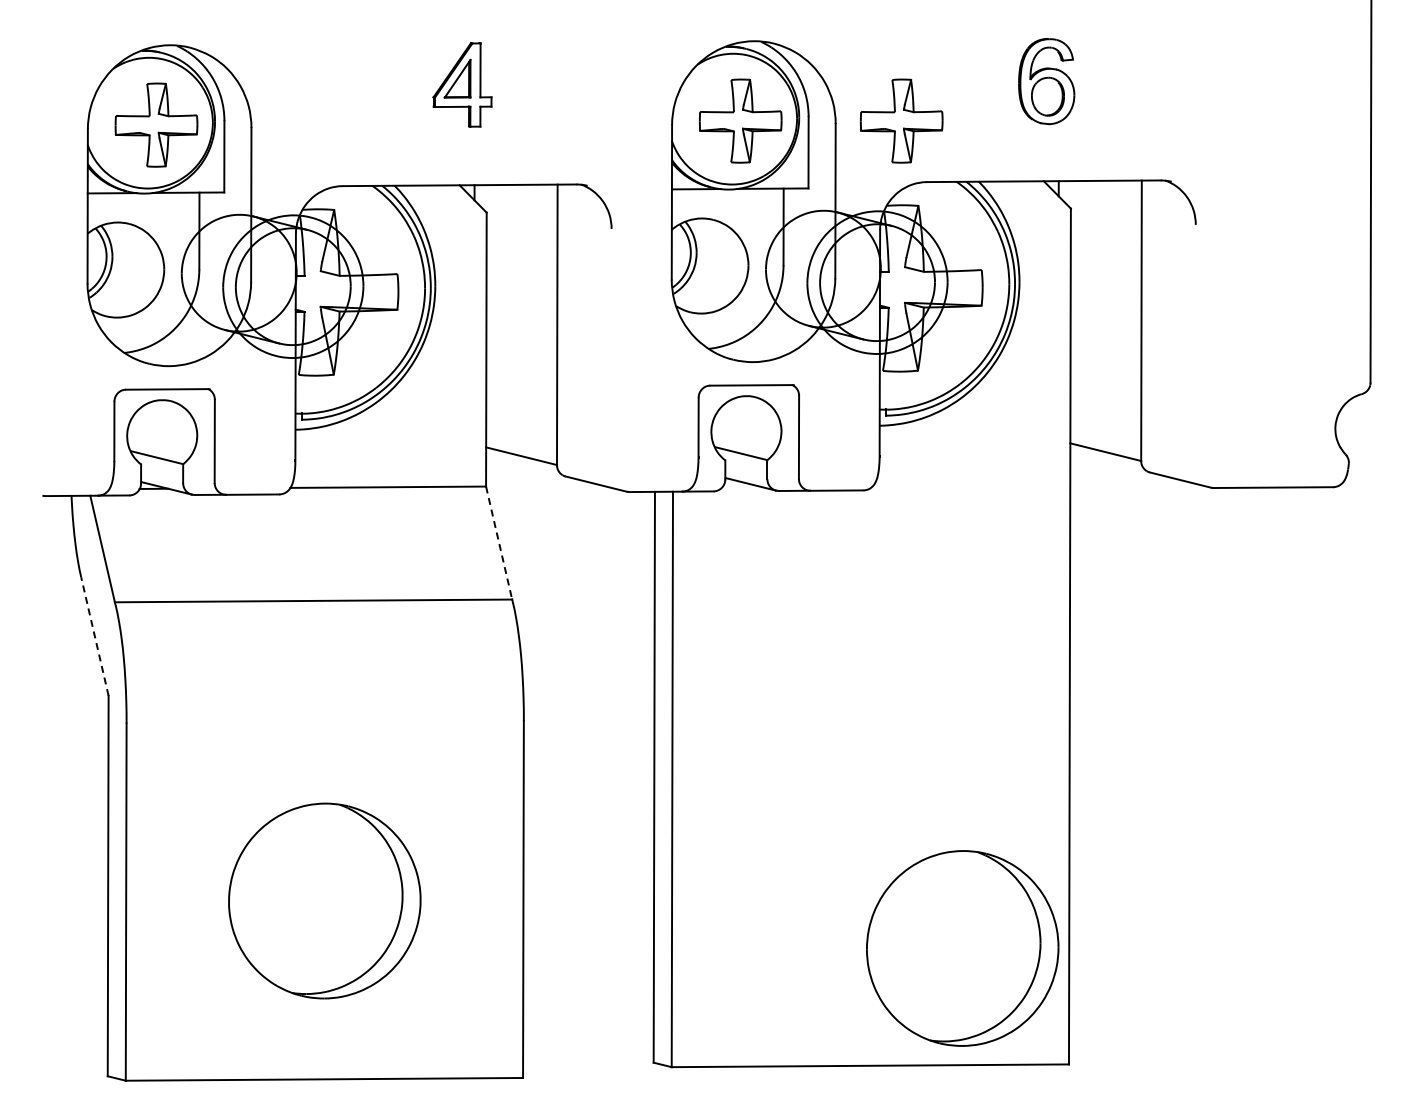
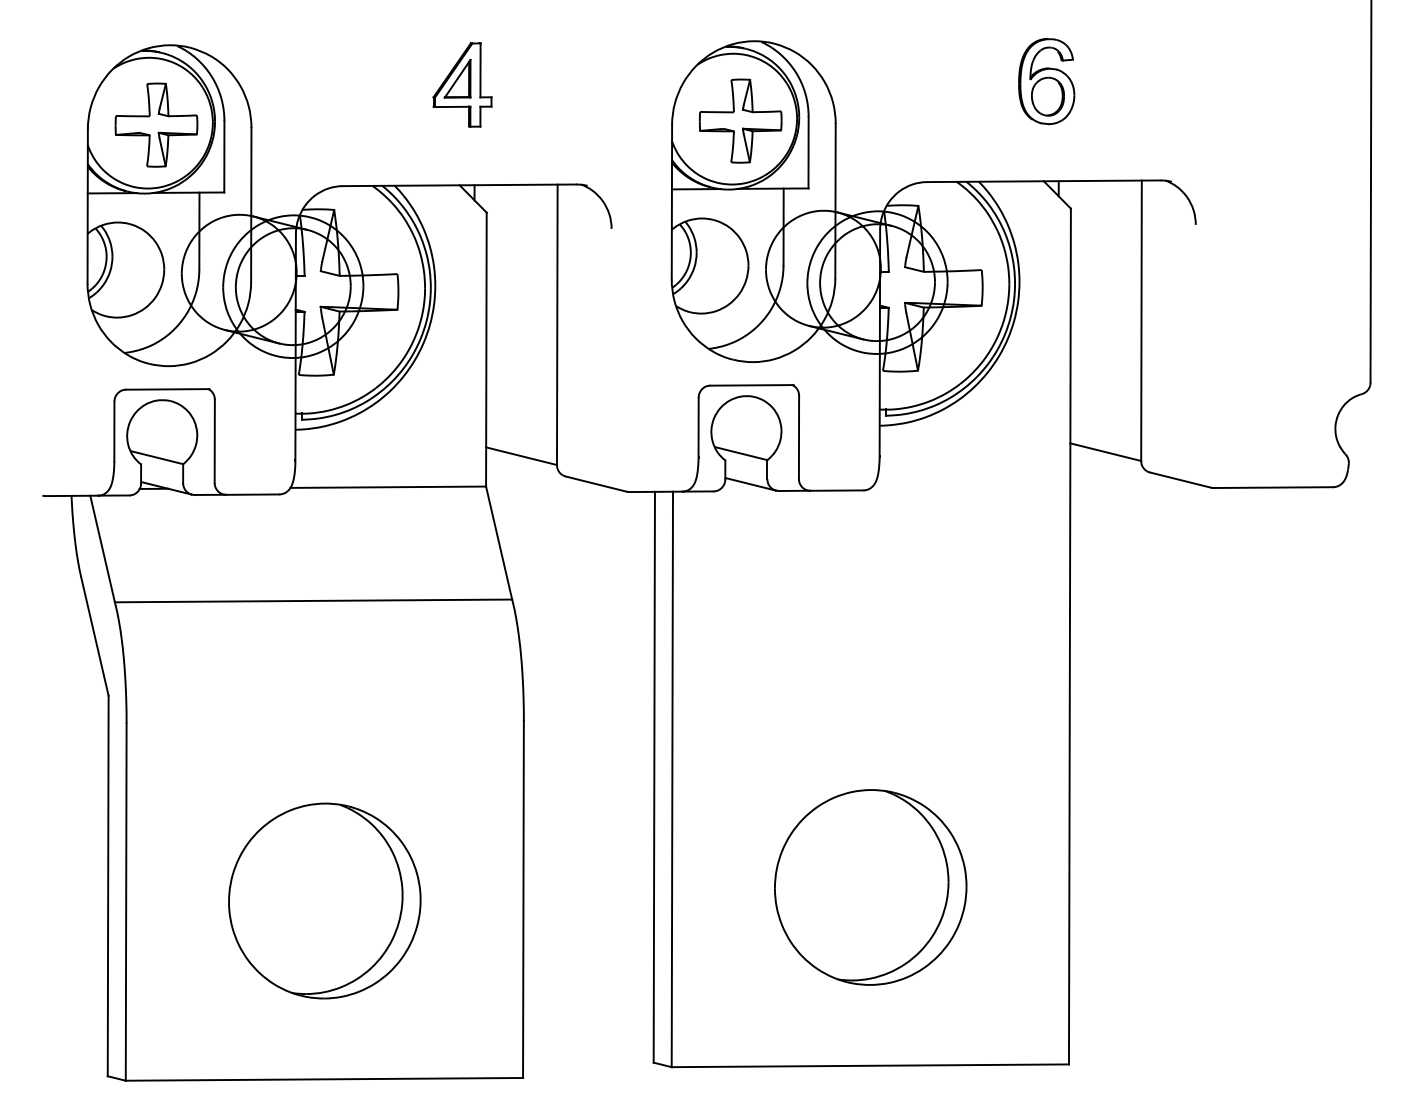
part at (901, 120): present -> none
line at (499, 543): dashed -> solid
line at (94, 636): dashed -> solid
part at (962, 948) position: (962, 948) -> (870, 887)
